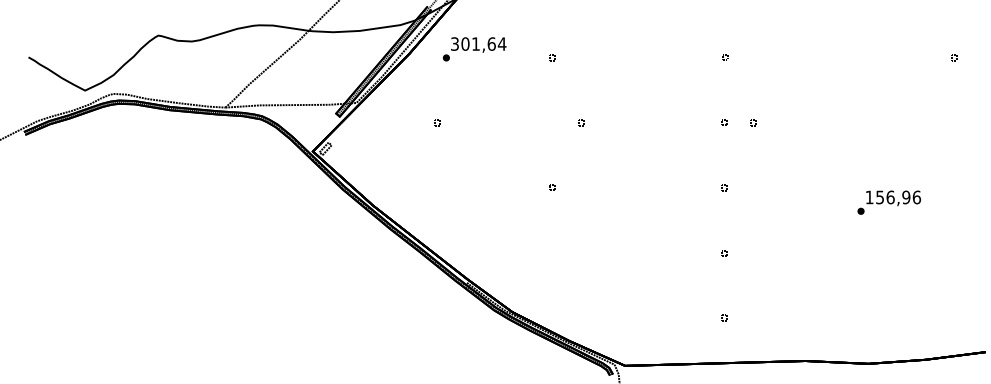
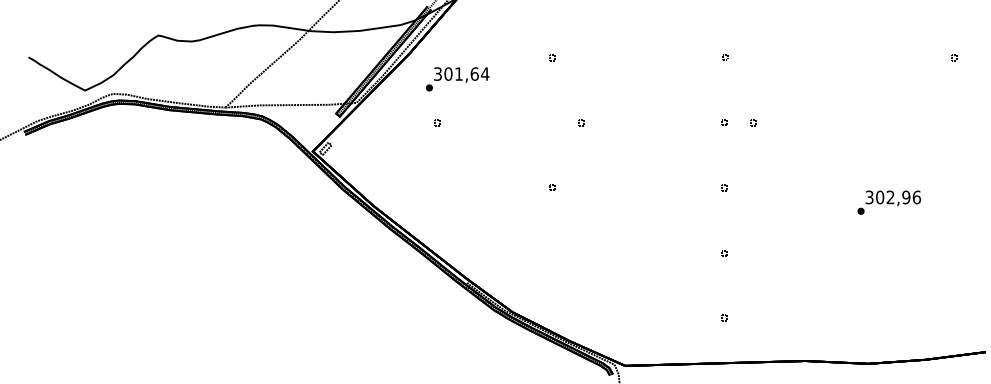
text at (474, 49) position: (474, 49) -> (457, 79)
text at (879, 197): 156,96 -> 302,96
